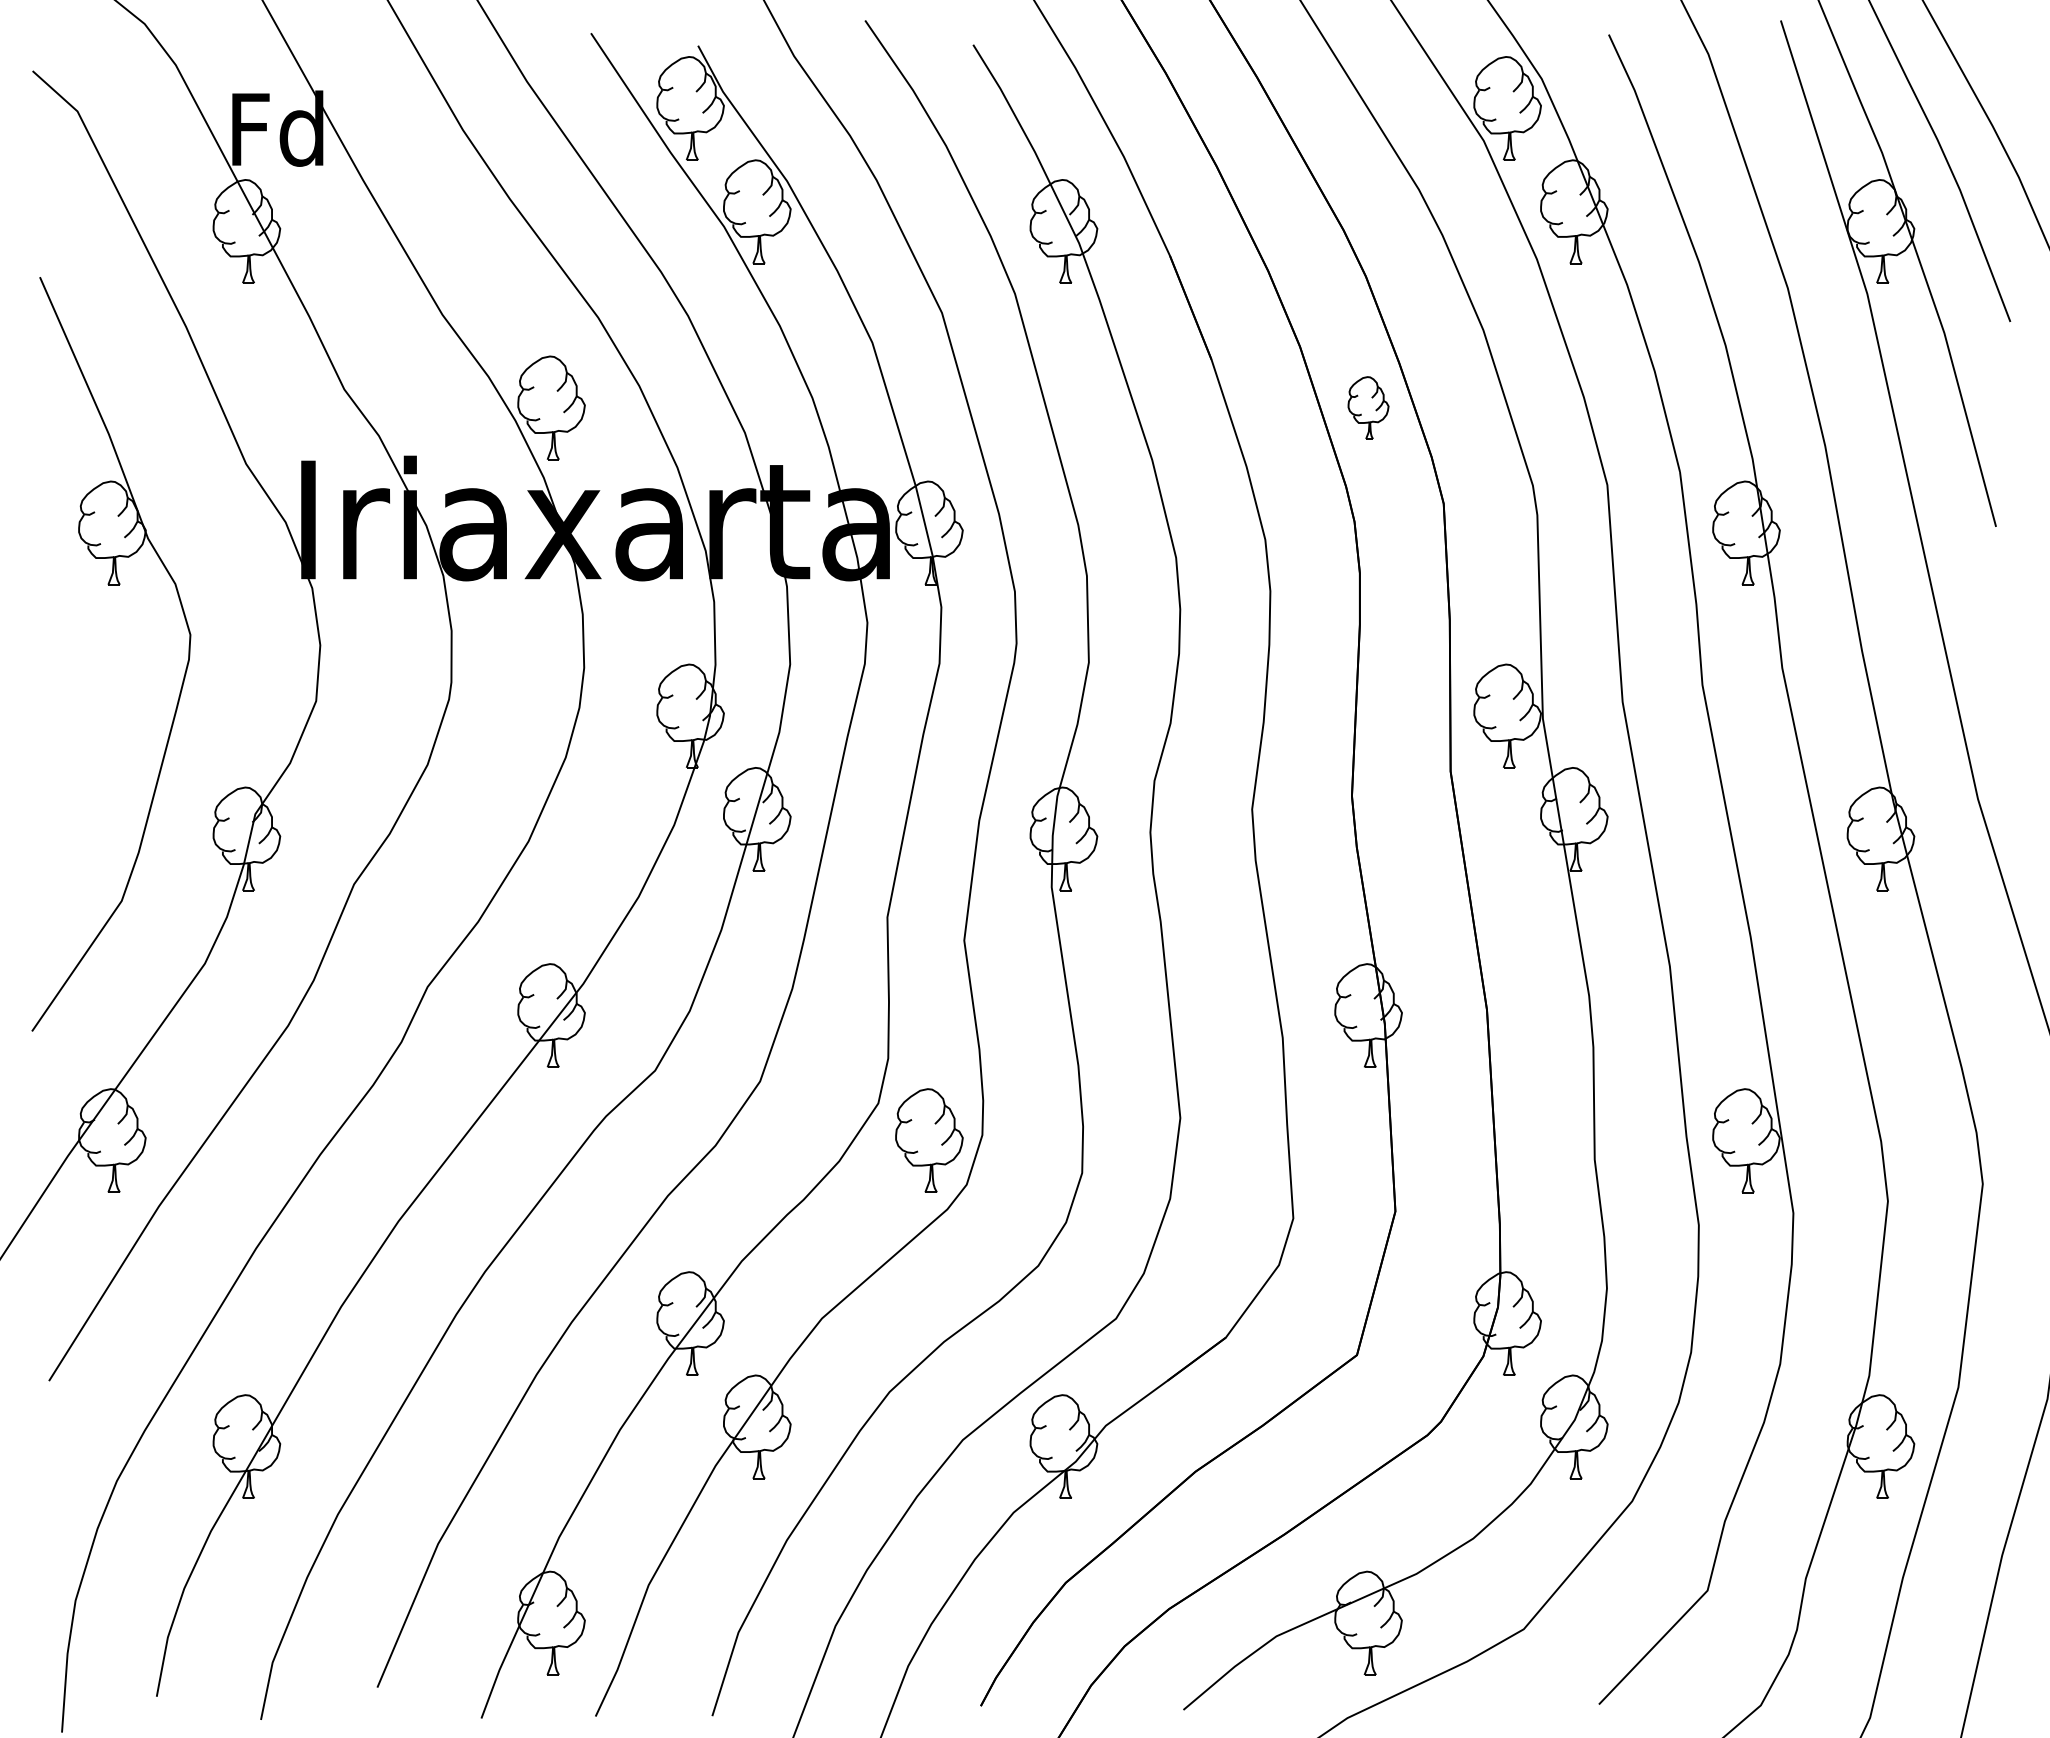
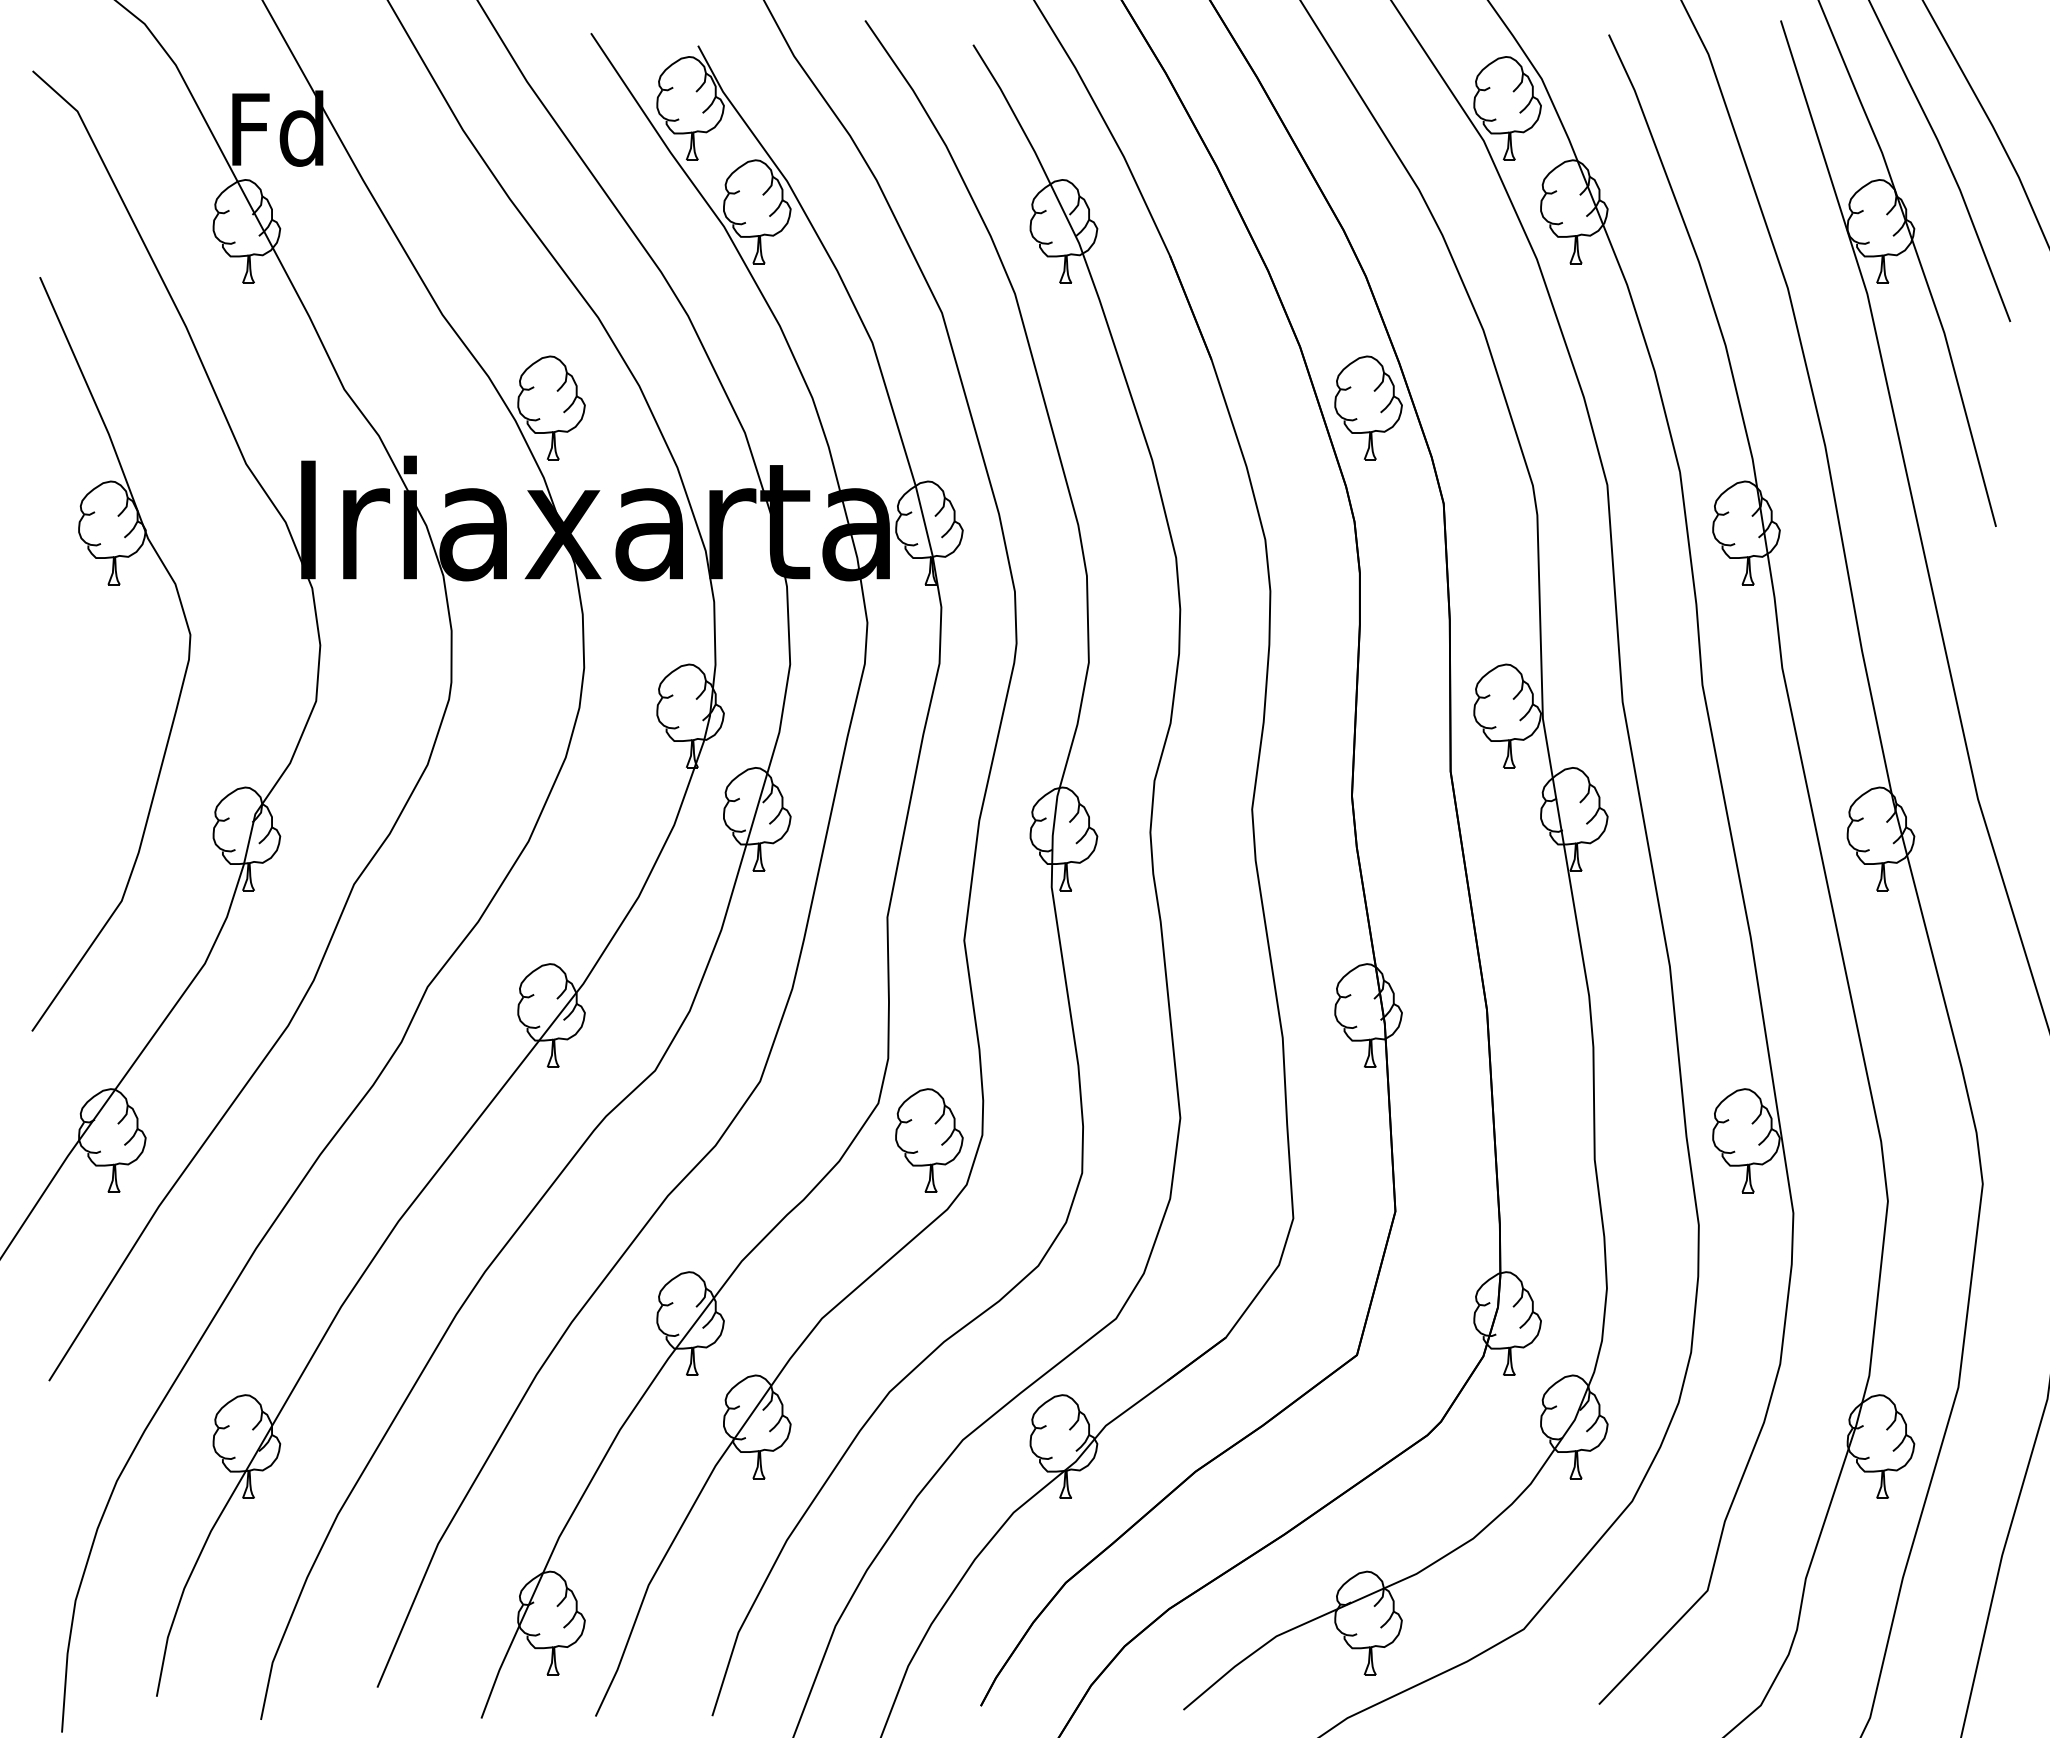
part at (1368, 407) size: 43x64 px -> 69x106 px
